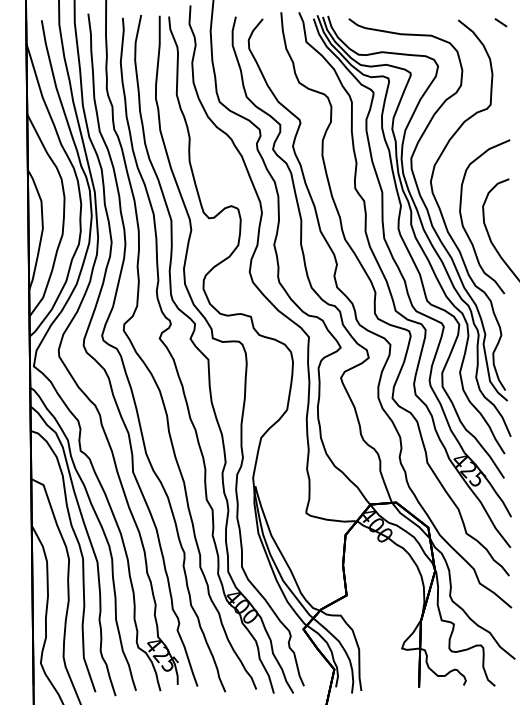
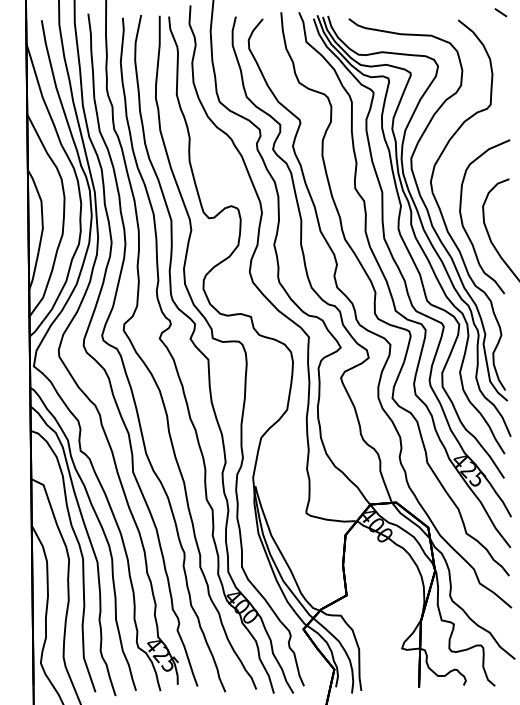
line at (500, 22) position: (500, 22) -> (500, 12)
